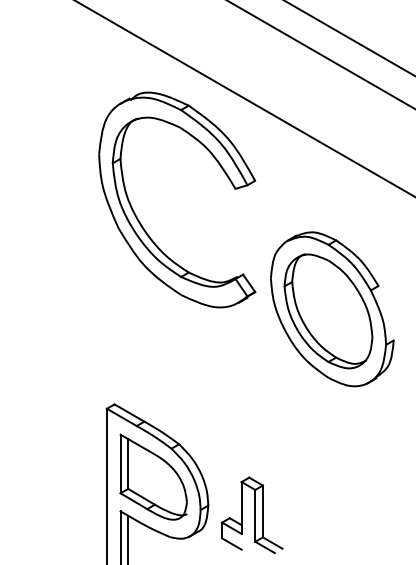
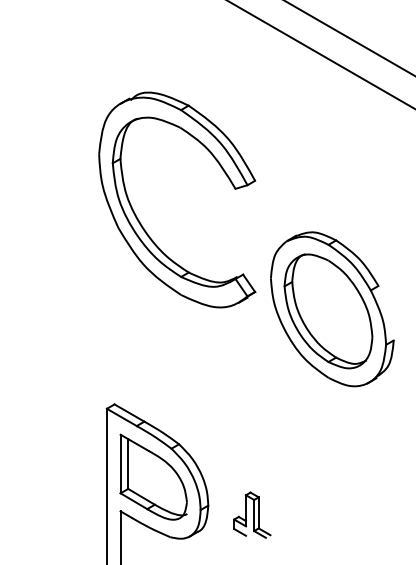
line at (244, 98): present -> none
part at (252, 514) size: 63x78 px -> 39x48 px
line at (128, 537): present -> none
